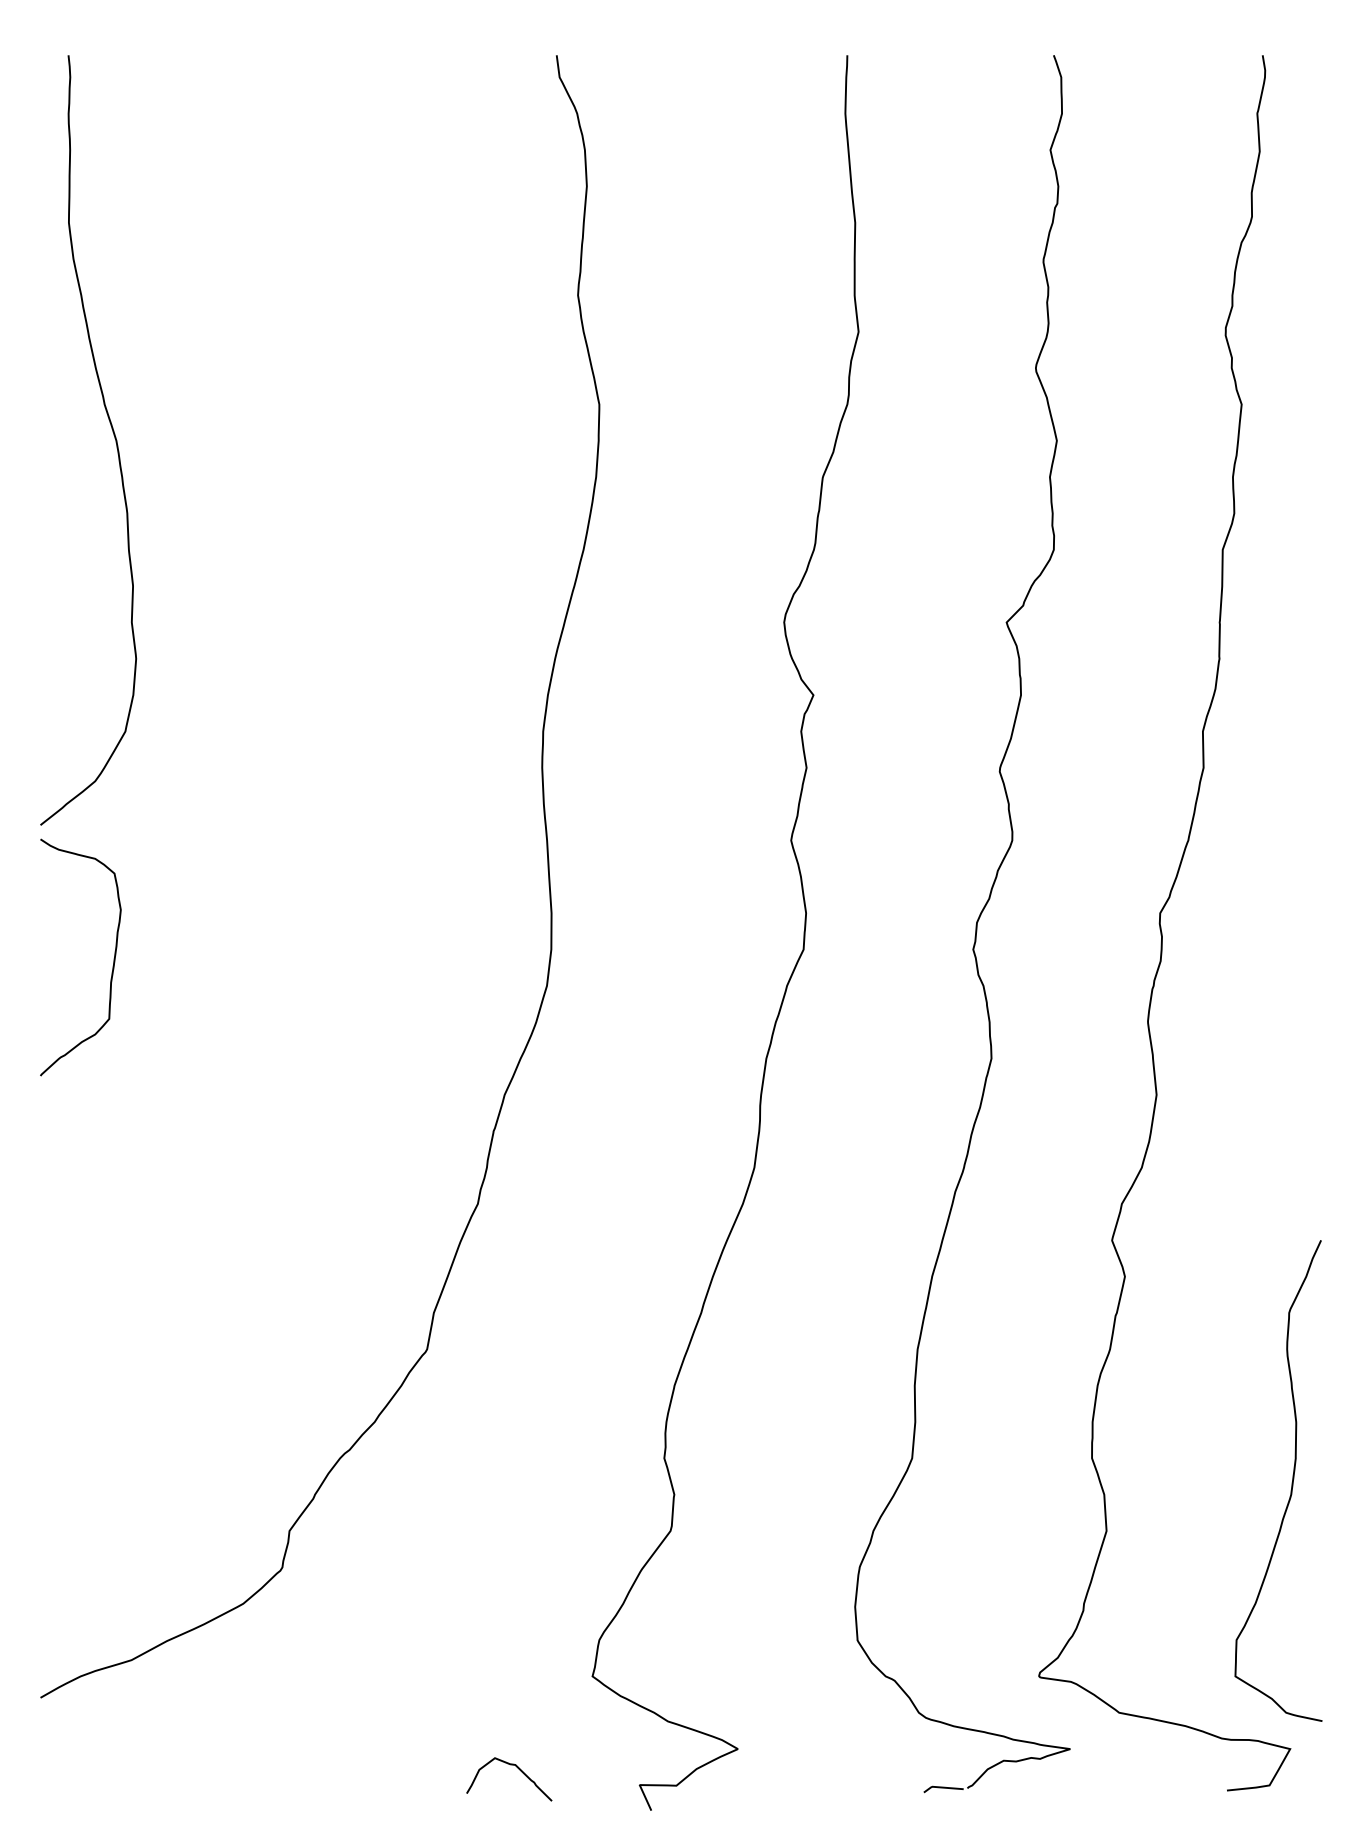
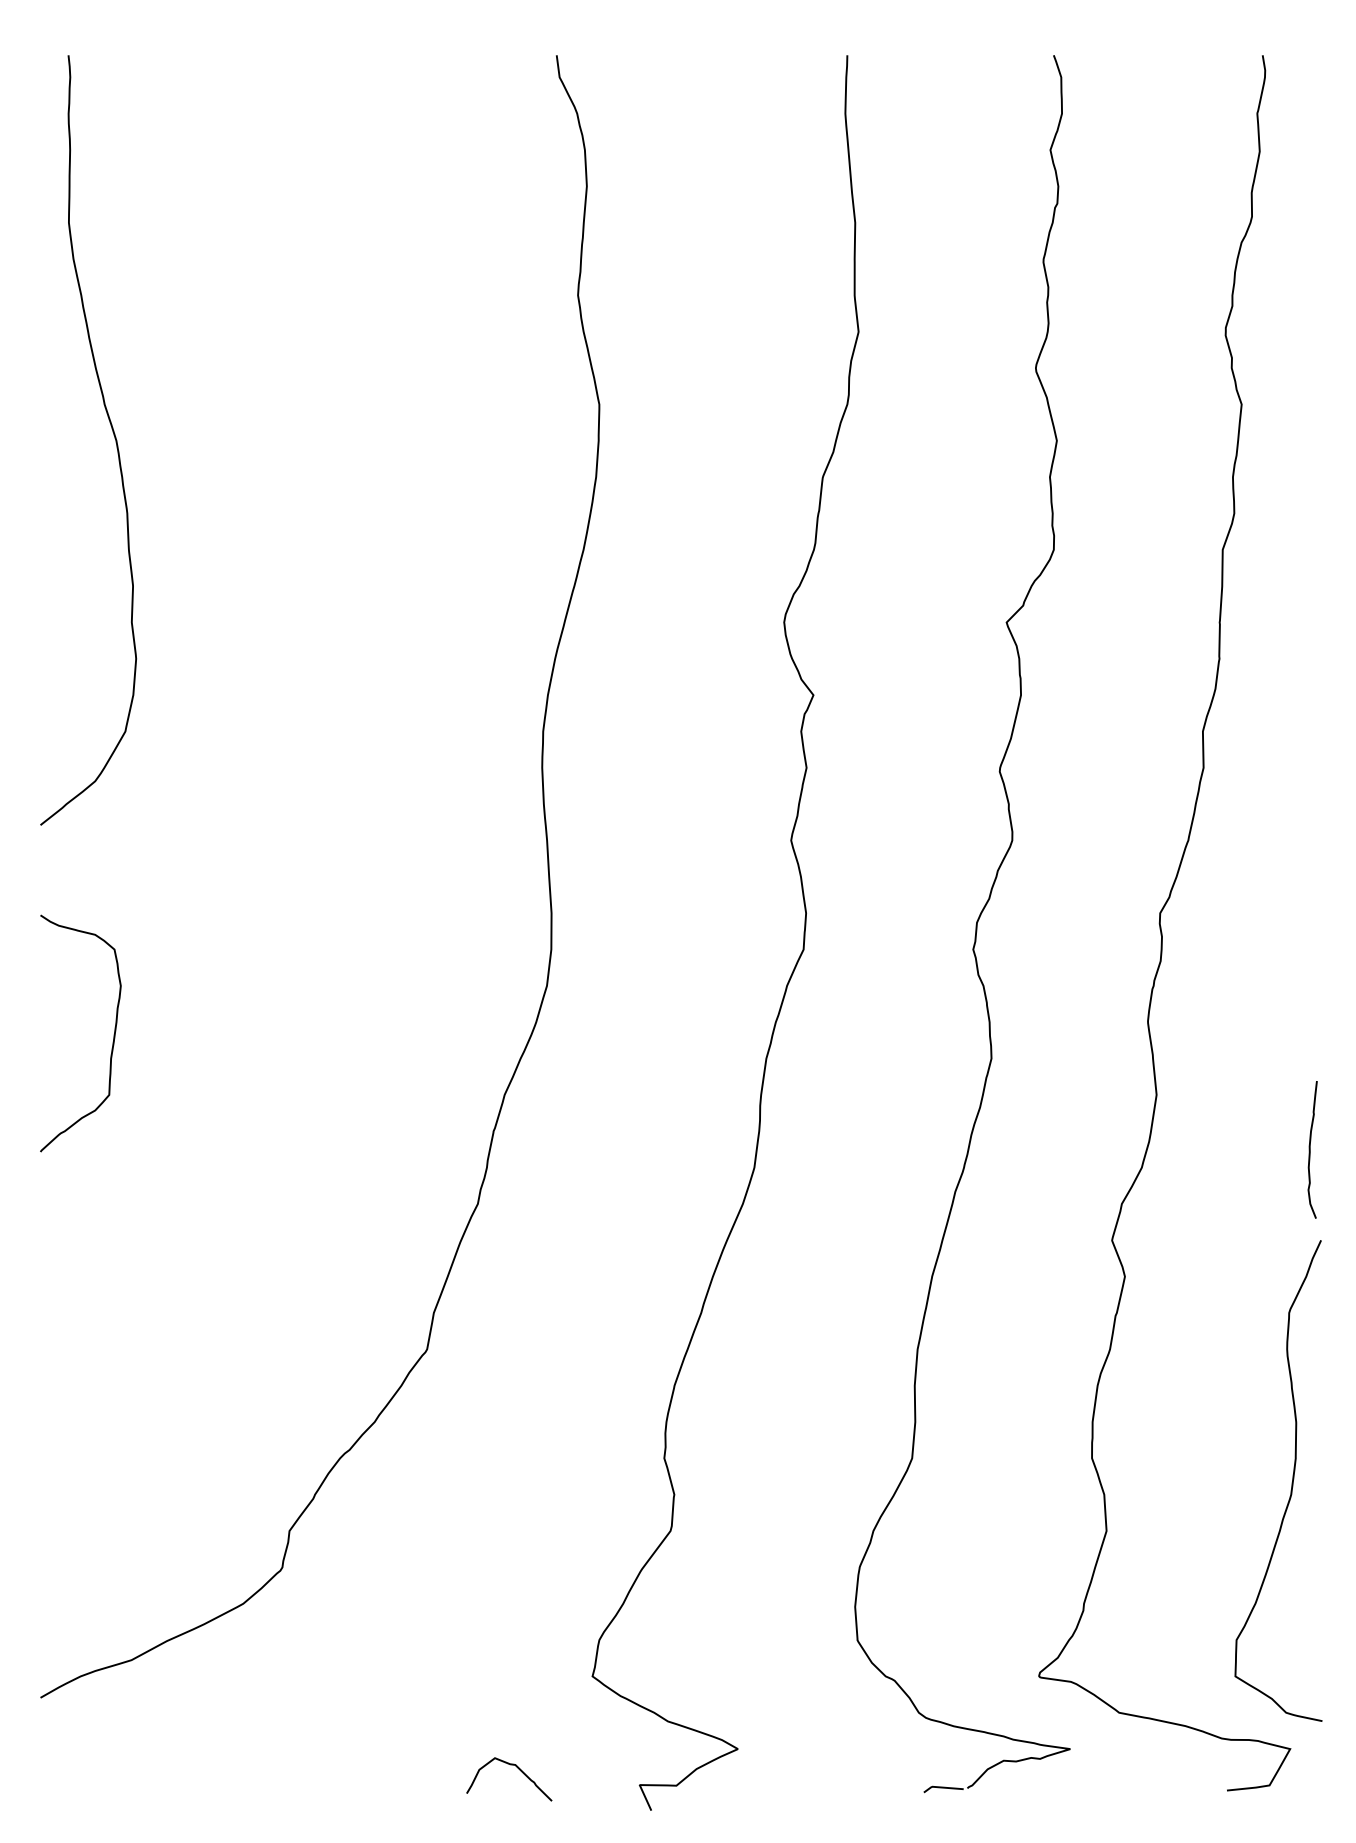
curve at (113, 958) position: (113, 958) -> (113, 1034)
curve at (1310, 1149): none -> present
